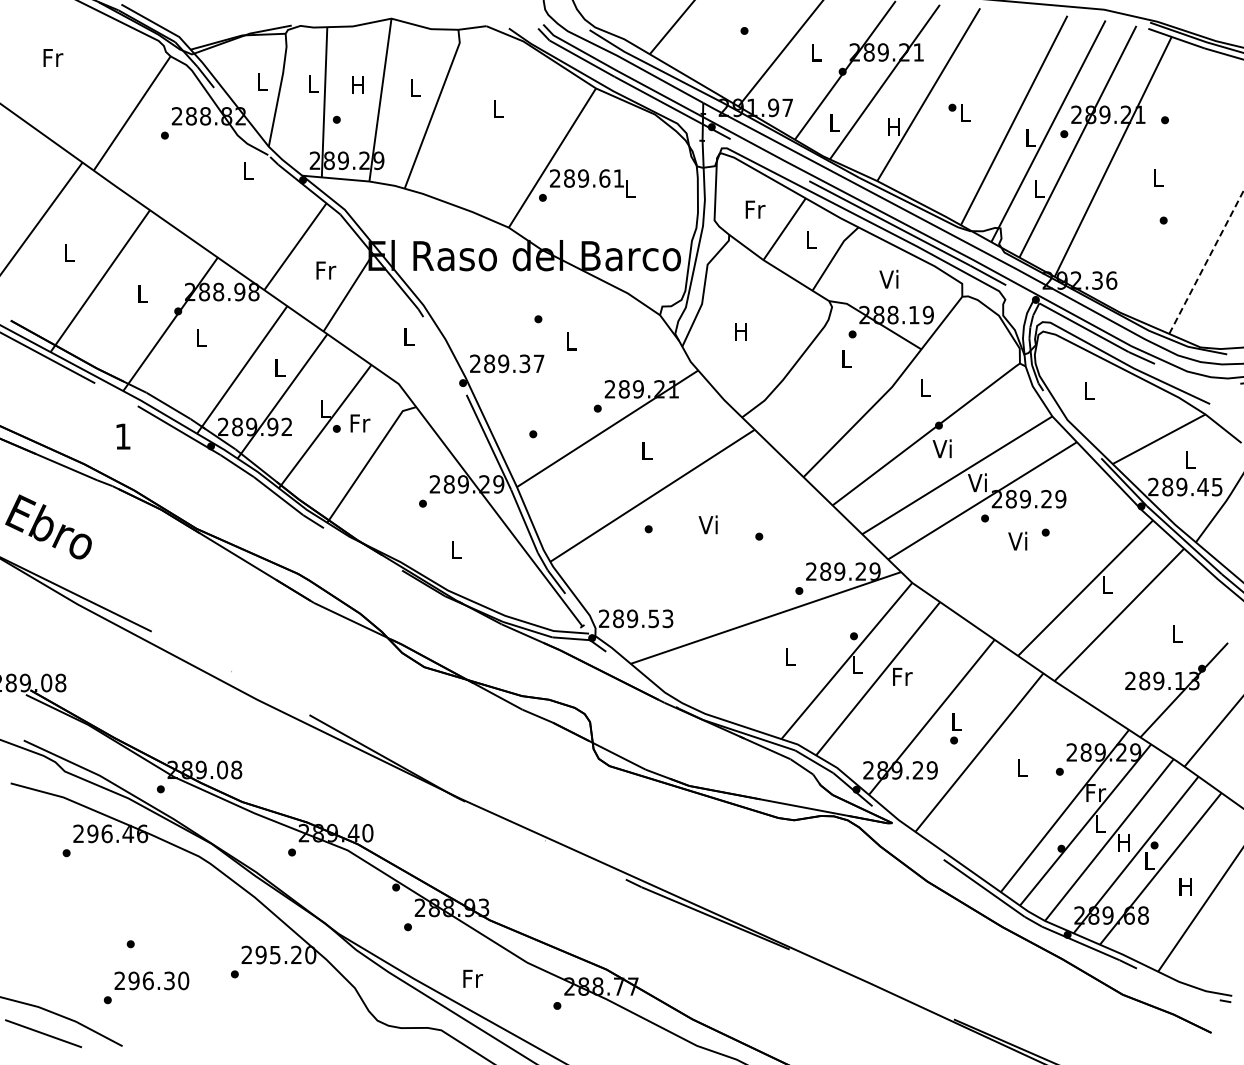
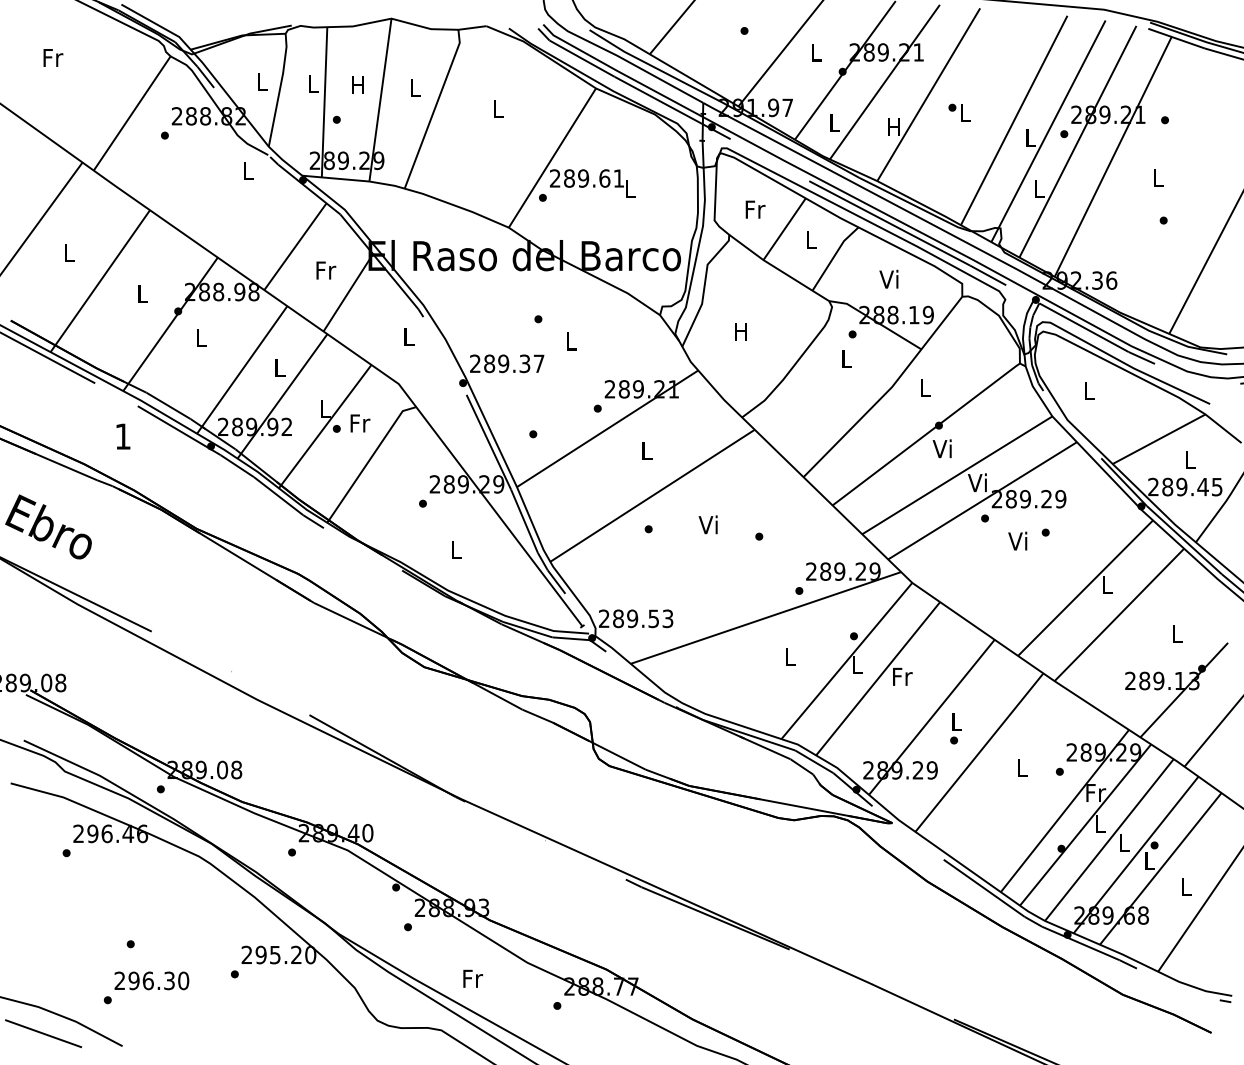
line at (1206, 262): dashed -> solid
text at (1123, 842): H -> L
text at (1185, 886): H -> L
